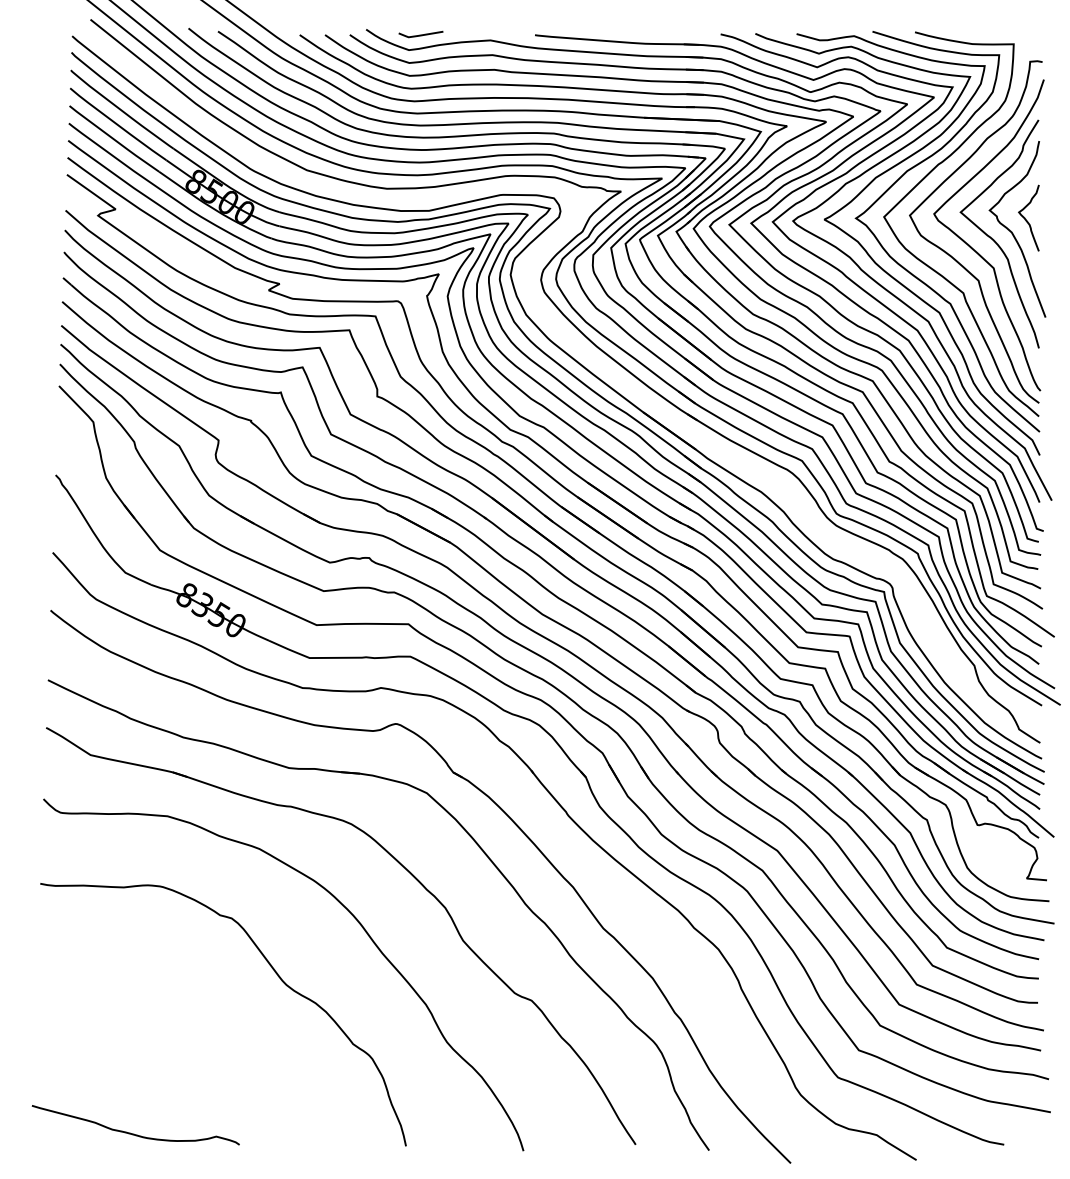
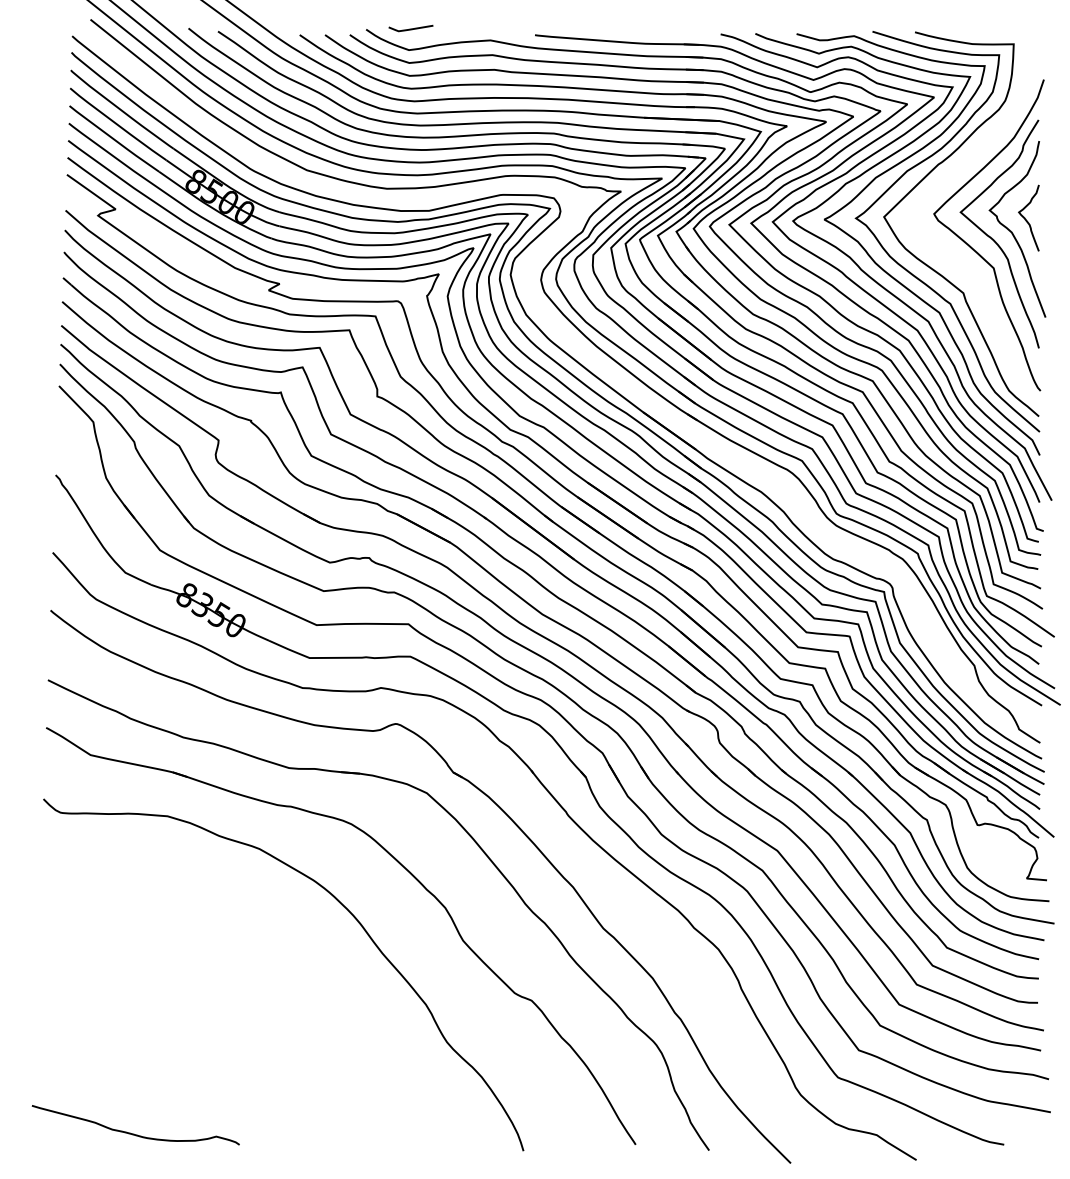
curve at (420, 34) position: (420, 34) -> (410, 28)
curve at (955, 258): present -> none
curve at (277, 976): present -> none
